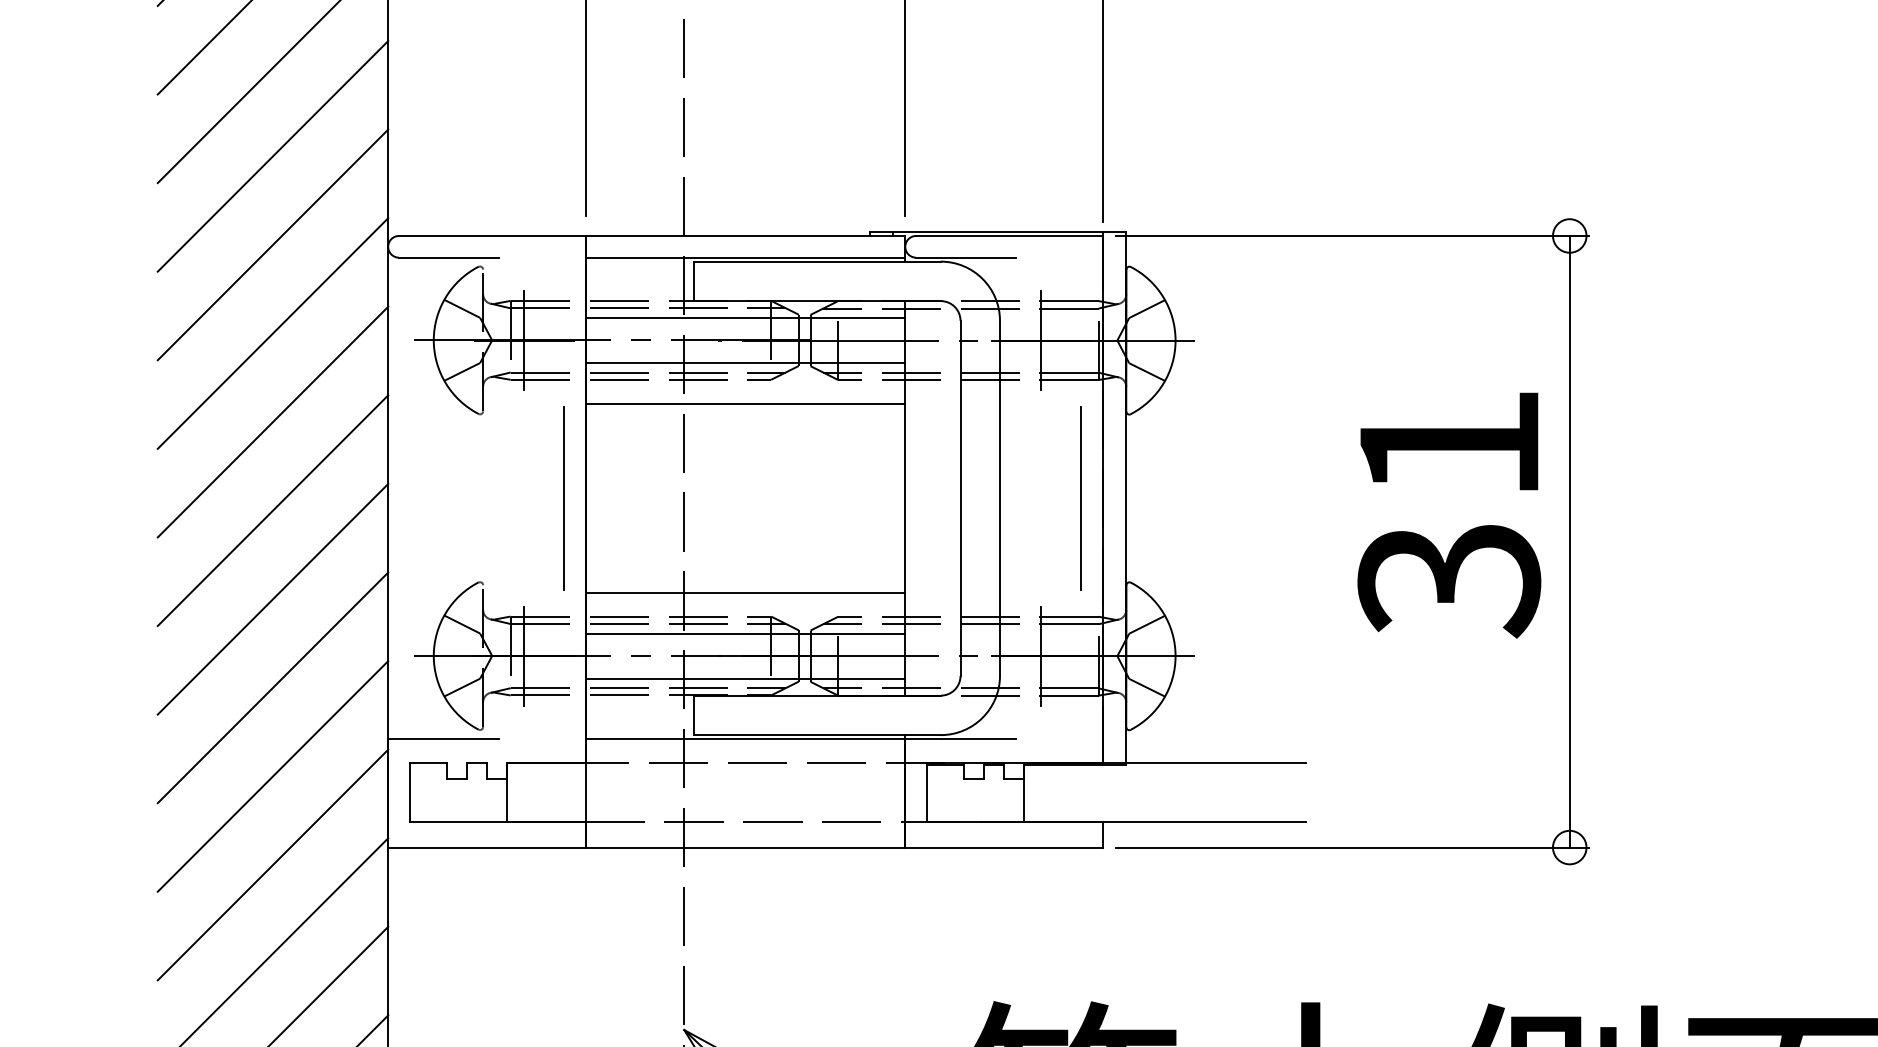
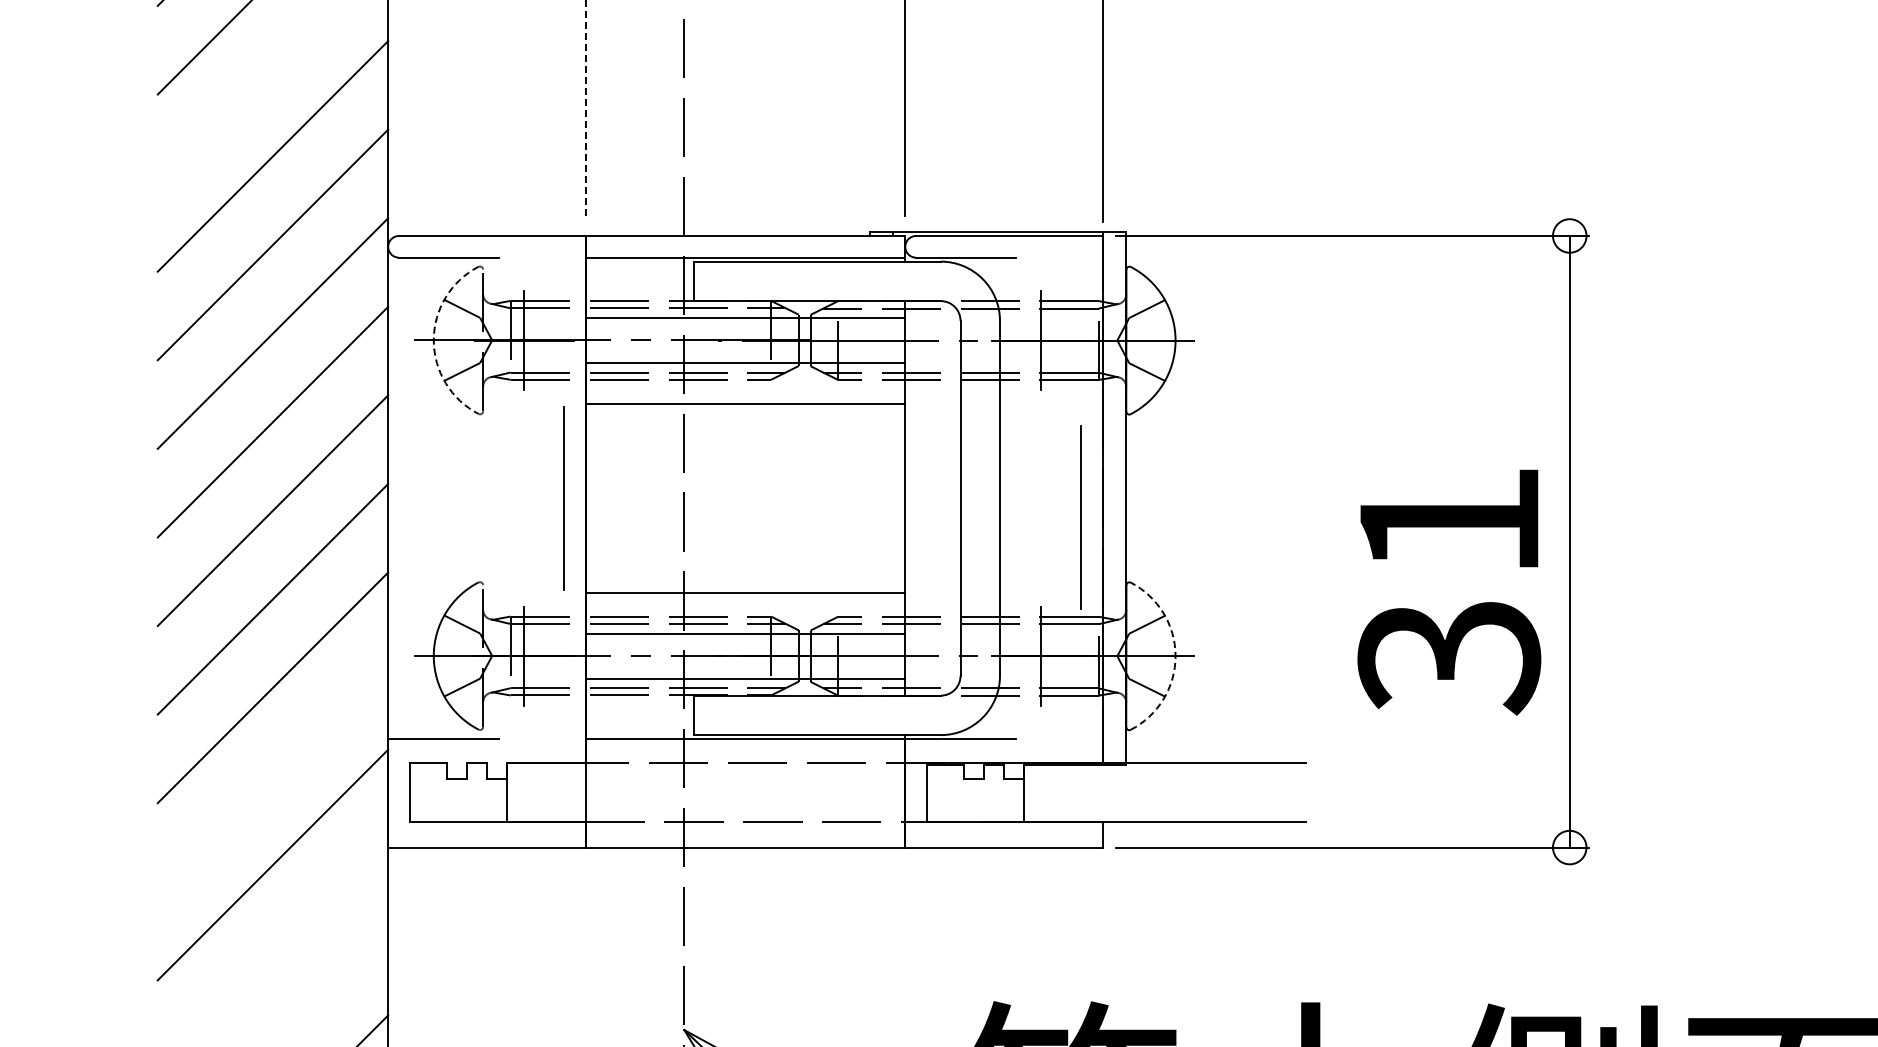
line at (247, 92): present -> none
line at (585, 108): solid -> dashed
arc at (433, 340): solid -> dashed
line at (1080, 498) position: (1080, 498) -> (1080, 517)
text at (1449, 515) position: (1449, 515) -> (1449, 592)
arc at (1175, 656): solid -> dashed
line at (272, 776): present -> none
line at (285, 940): present -> none
line at (329, 984): present -> none
